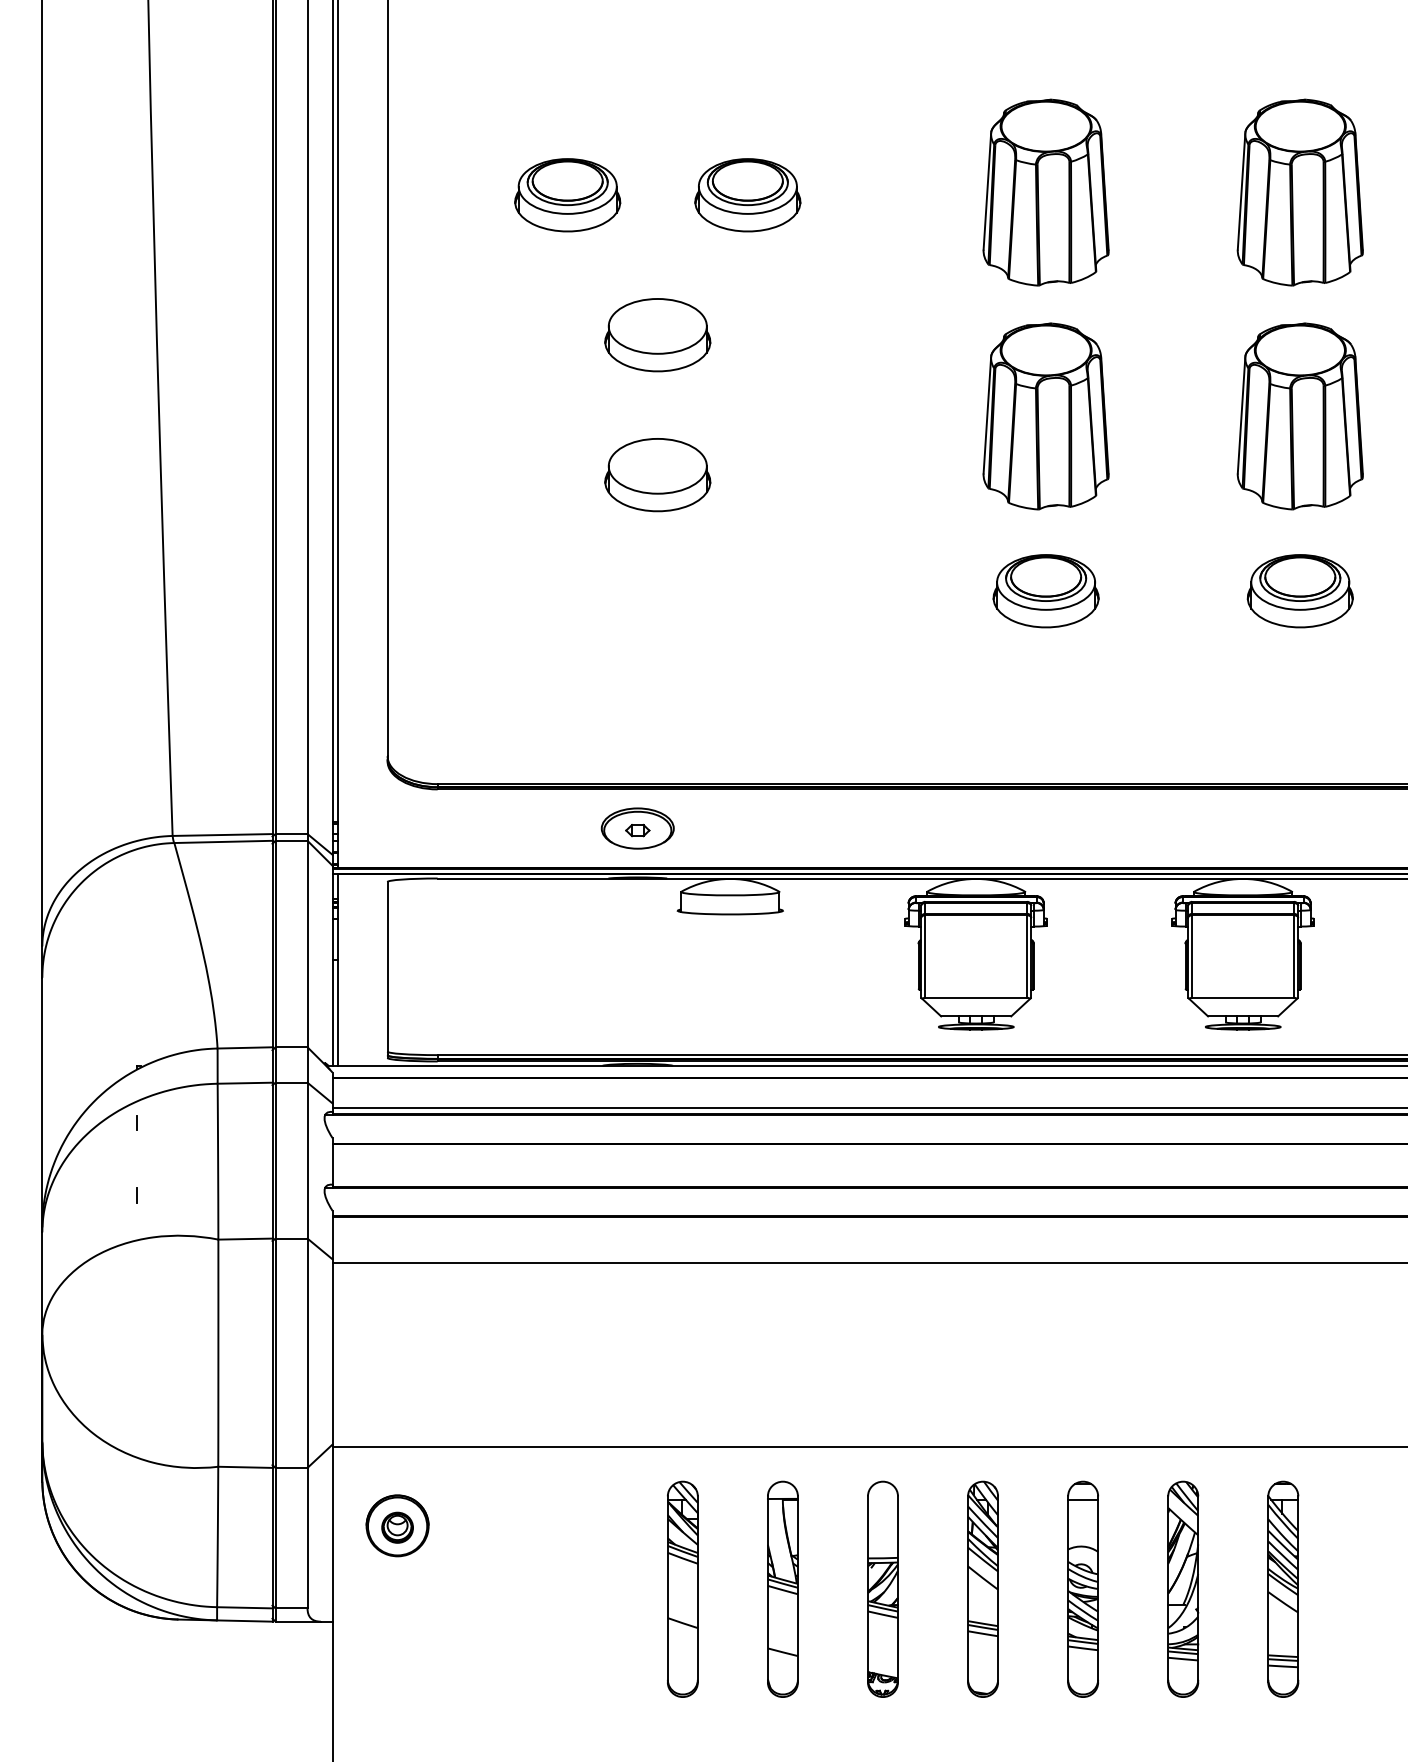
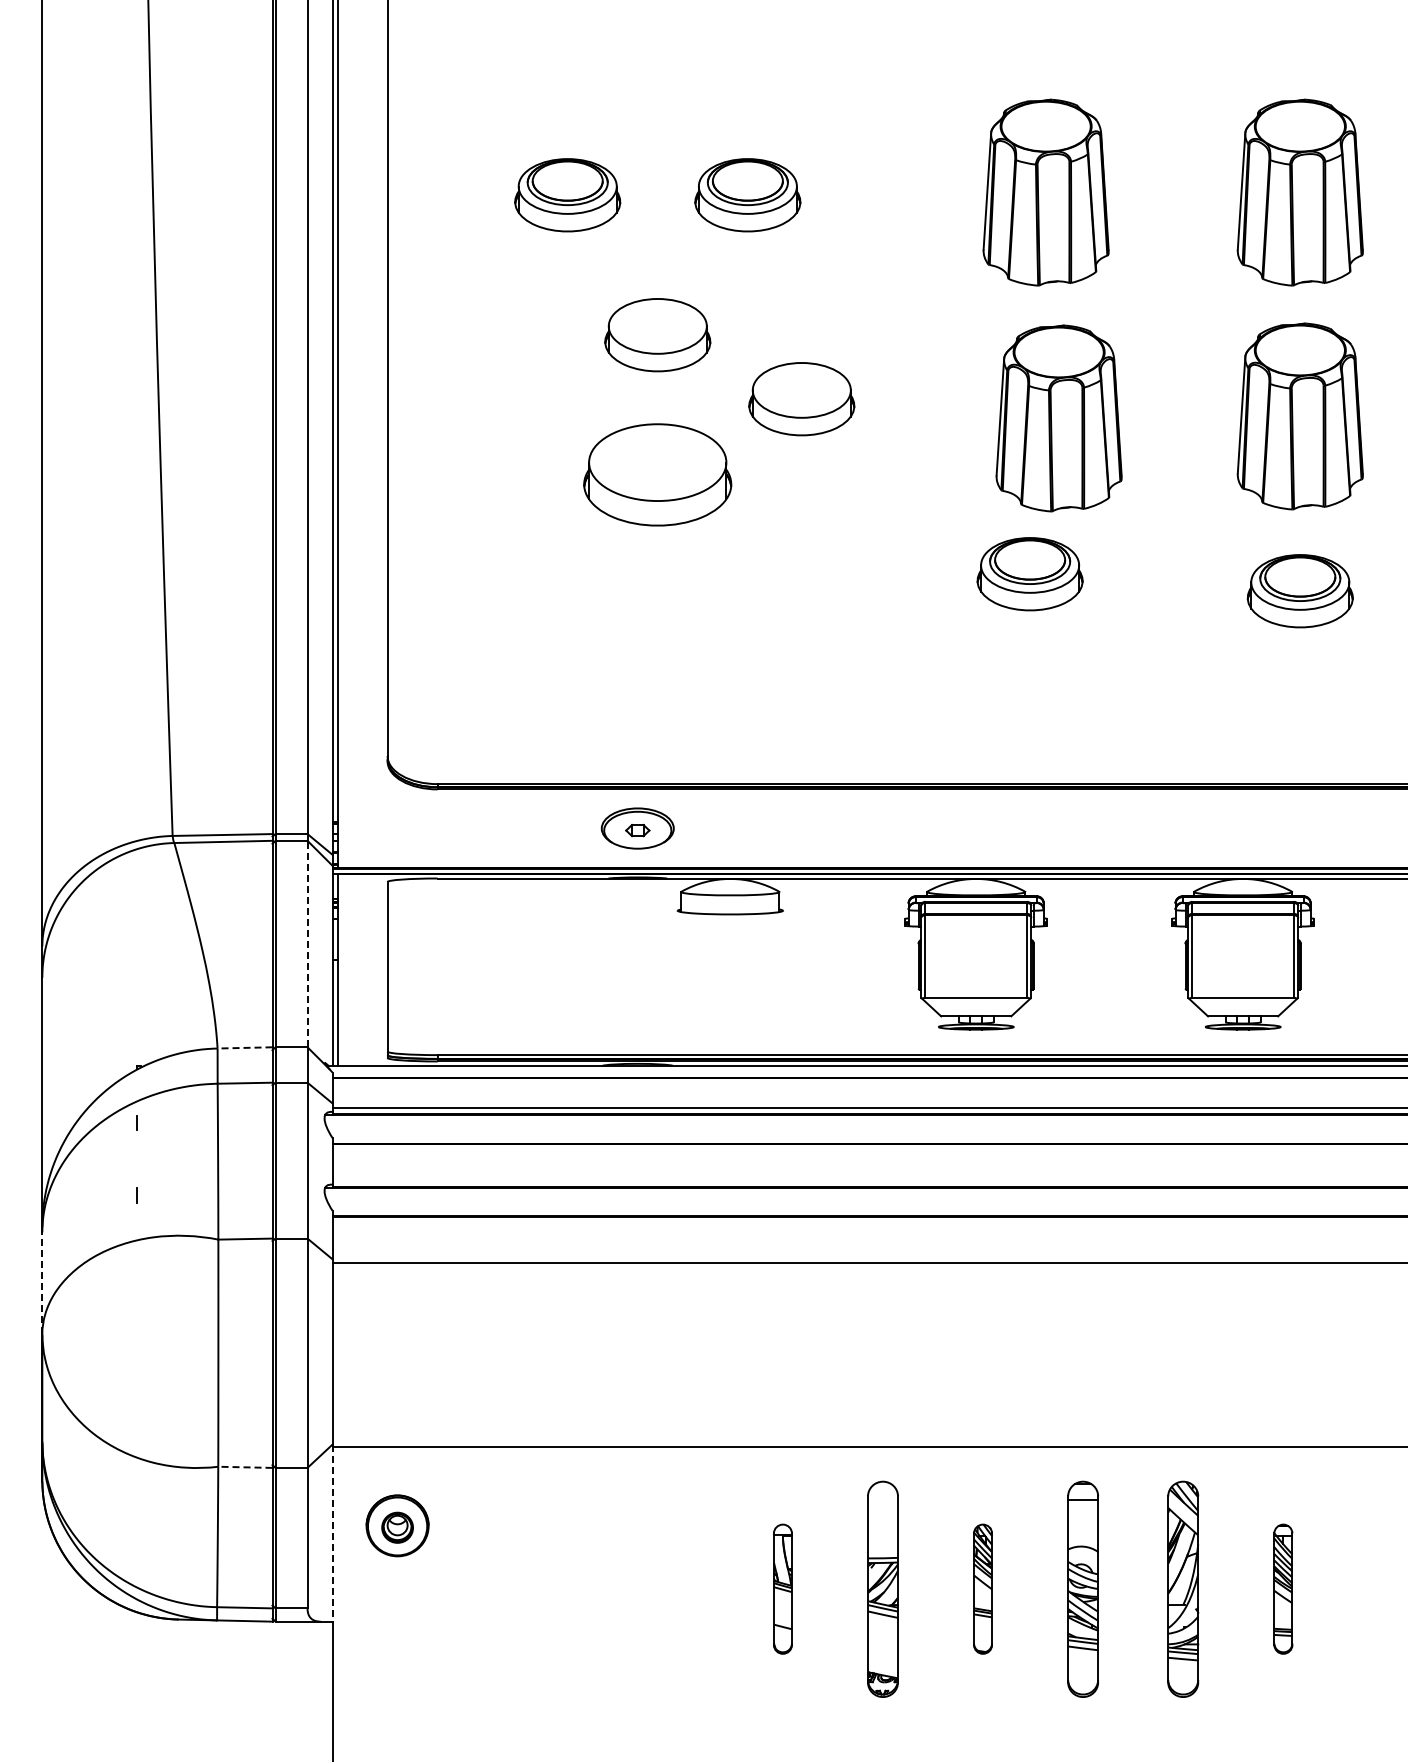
part at (801, 399): none -> present
part at (1045, 416) position: (1045, 416) -> (1058, 418)
part at (657, 475) size: 108x75 px -> 150x104 px
part at (1045, 591) position: (1045, 591) -> (1029, 574)
line at (307, 943): solid -> dashed
line at (244, 1047): solid -> dashed
line at (42, 1283): solid -> dashed
line at (244, 1467): solid -> dashed
line at (332, 1533): solid -> dashed
part at (682, 1588): present -> none
part at (782, 1588) size: 32x218 px -> 20x132 px
part at (982, 1588) size: 32x218 px -> 20x132 px
part at (1283, 1588) size: 33x218 px -> 21x132 px
